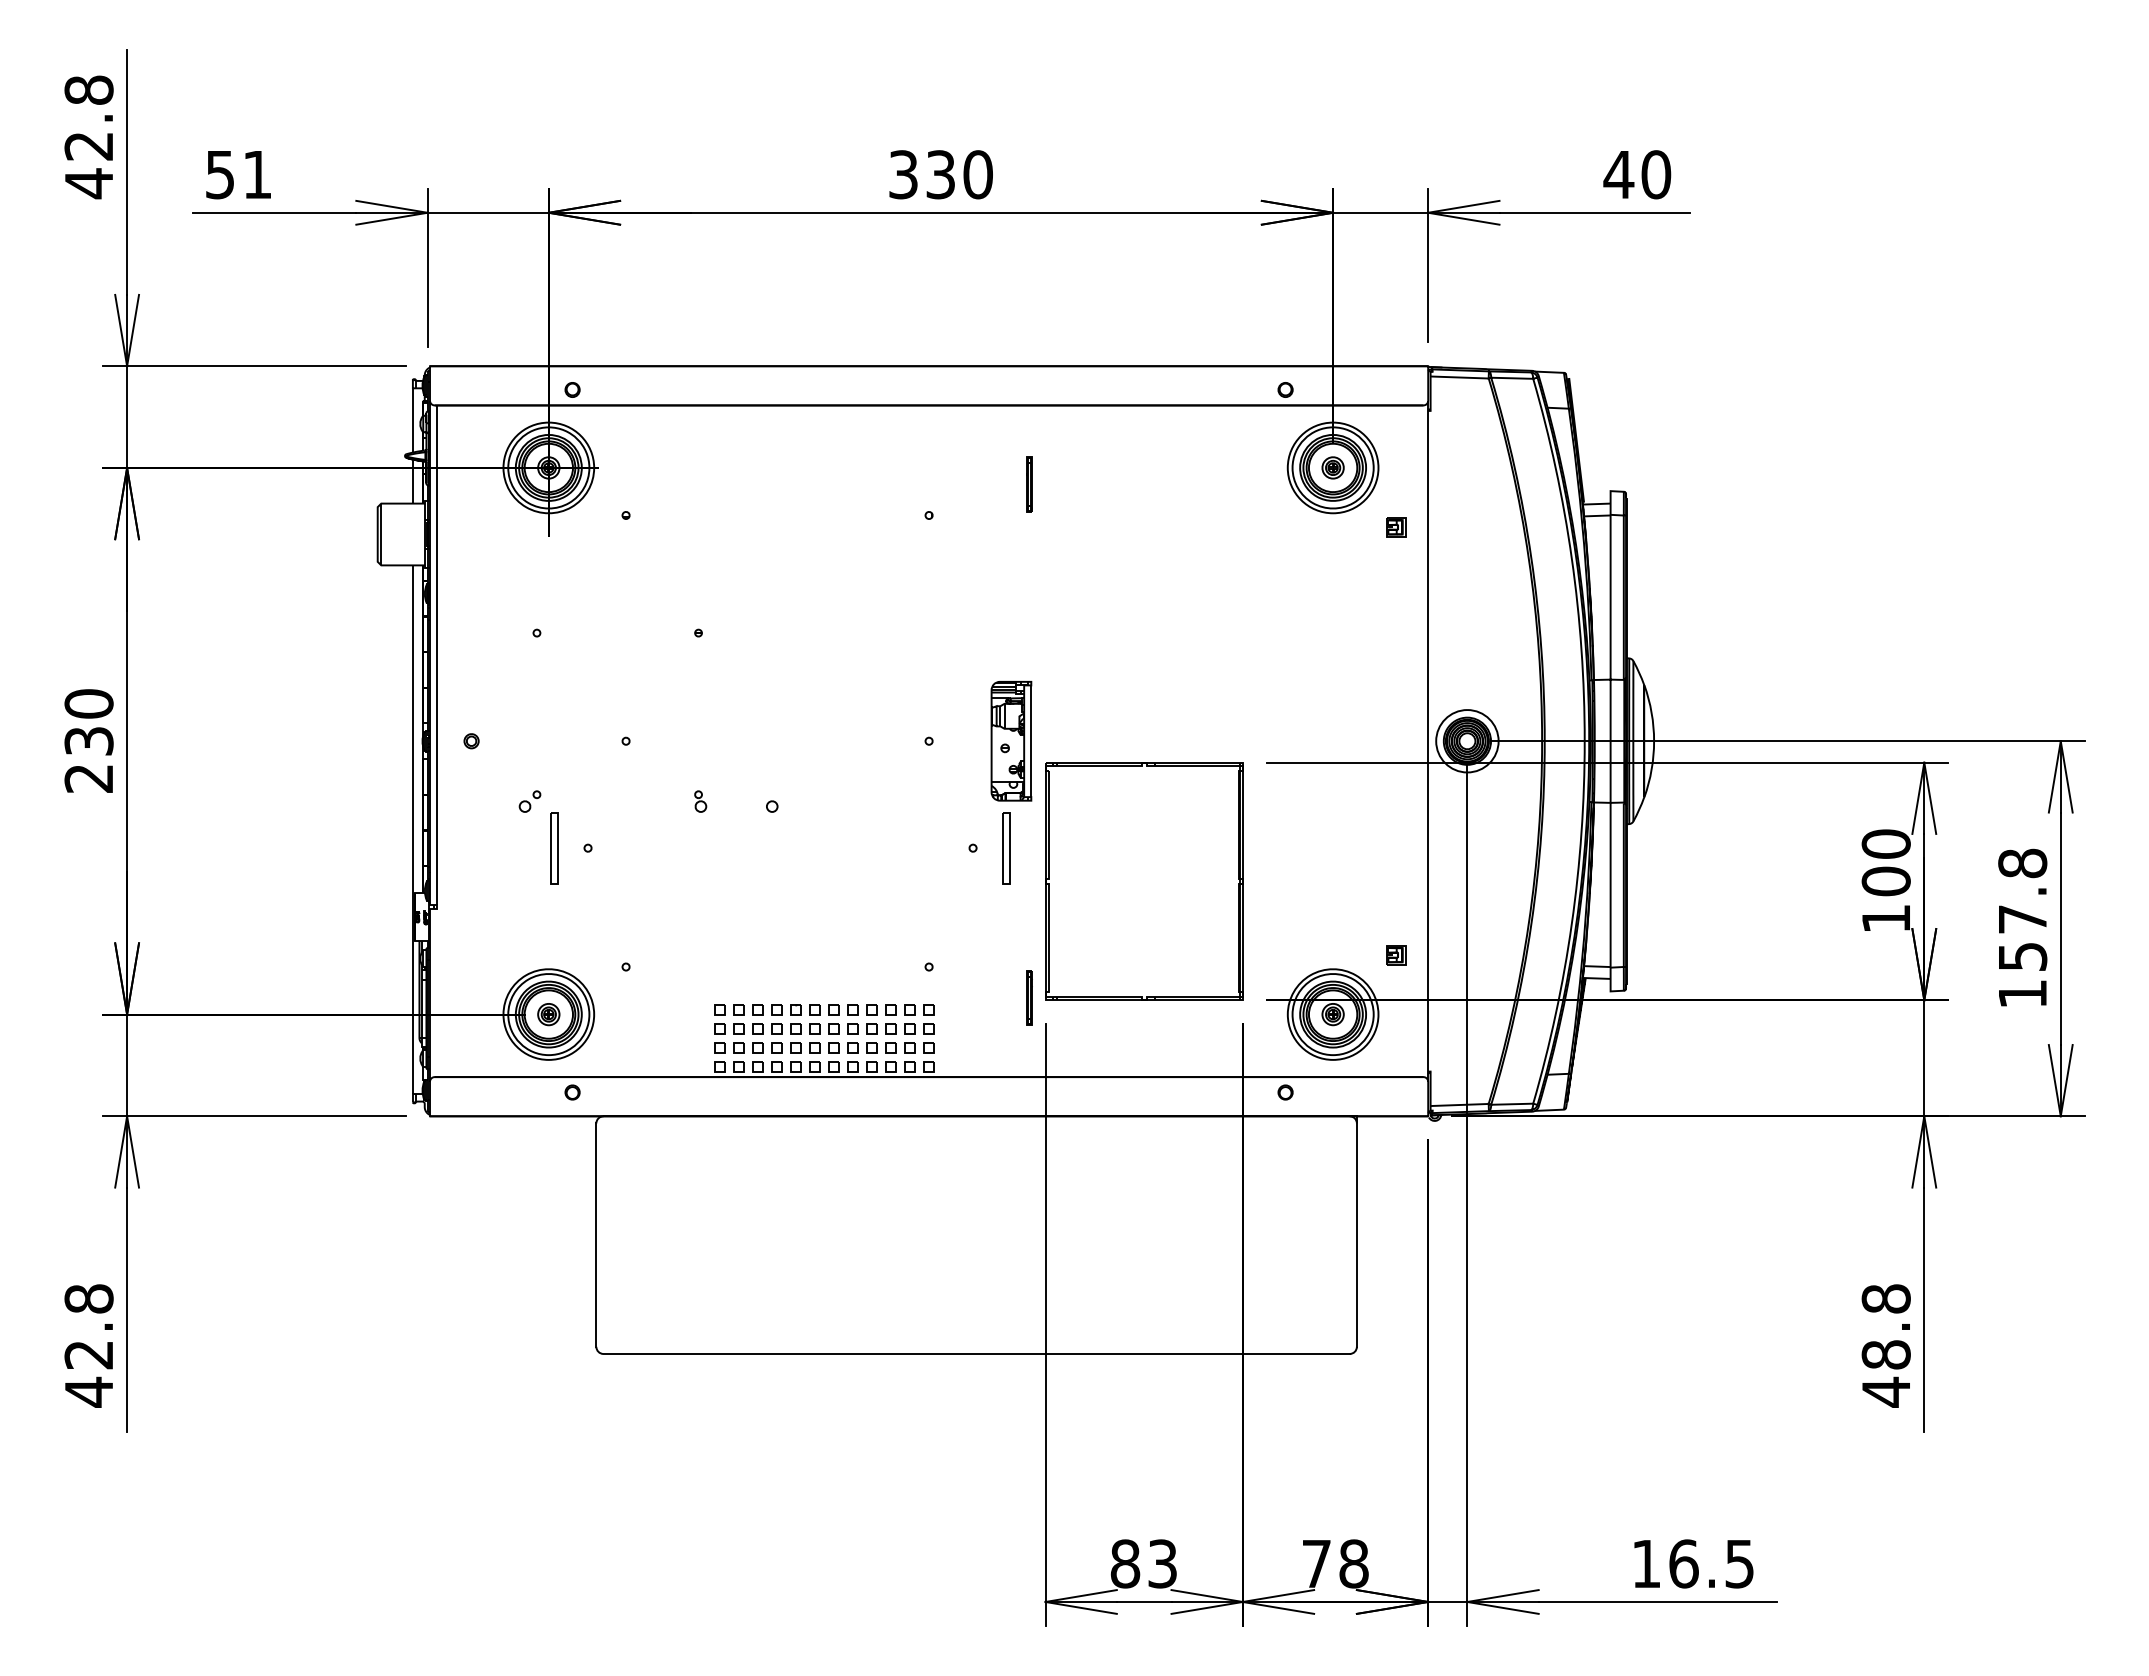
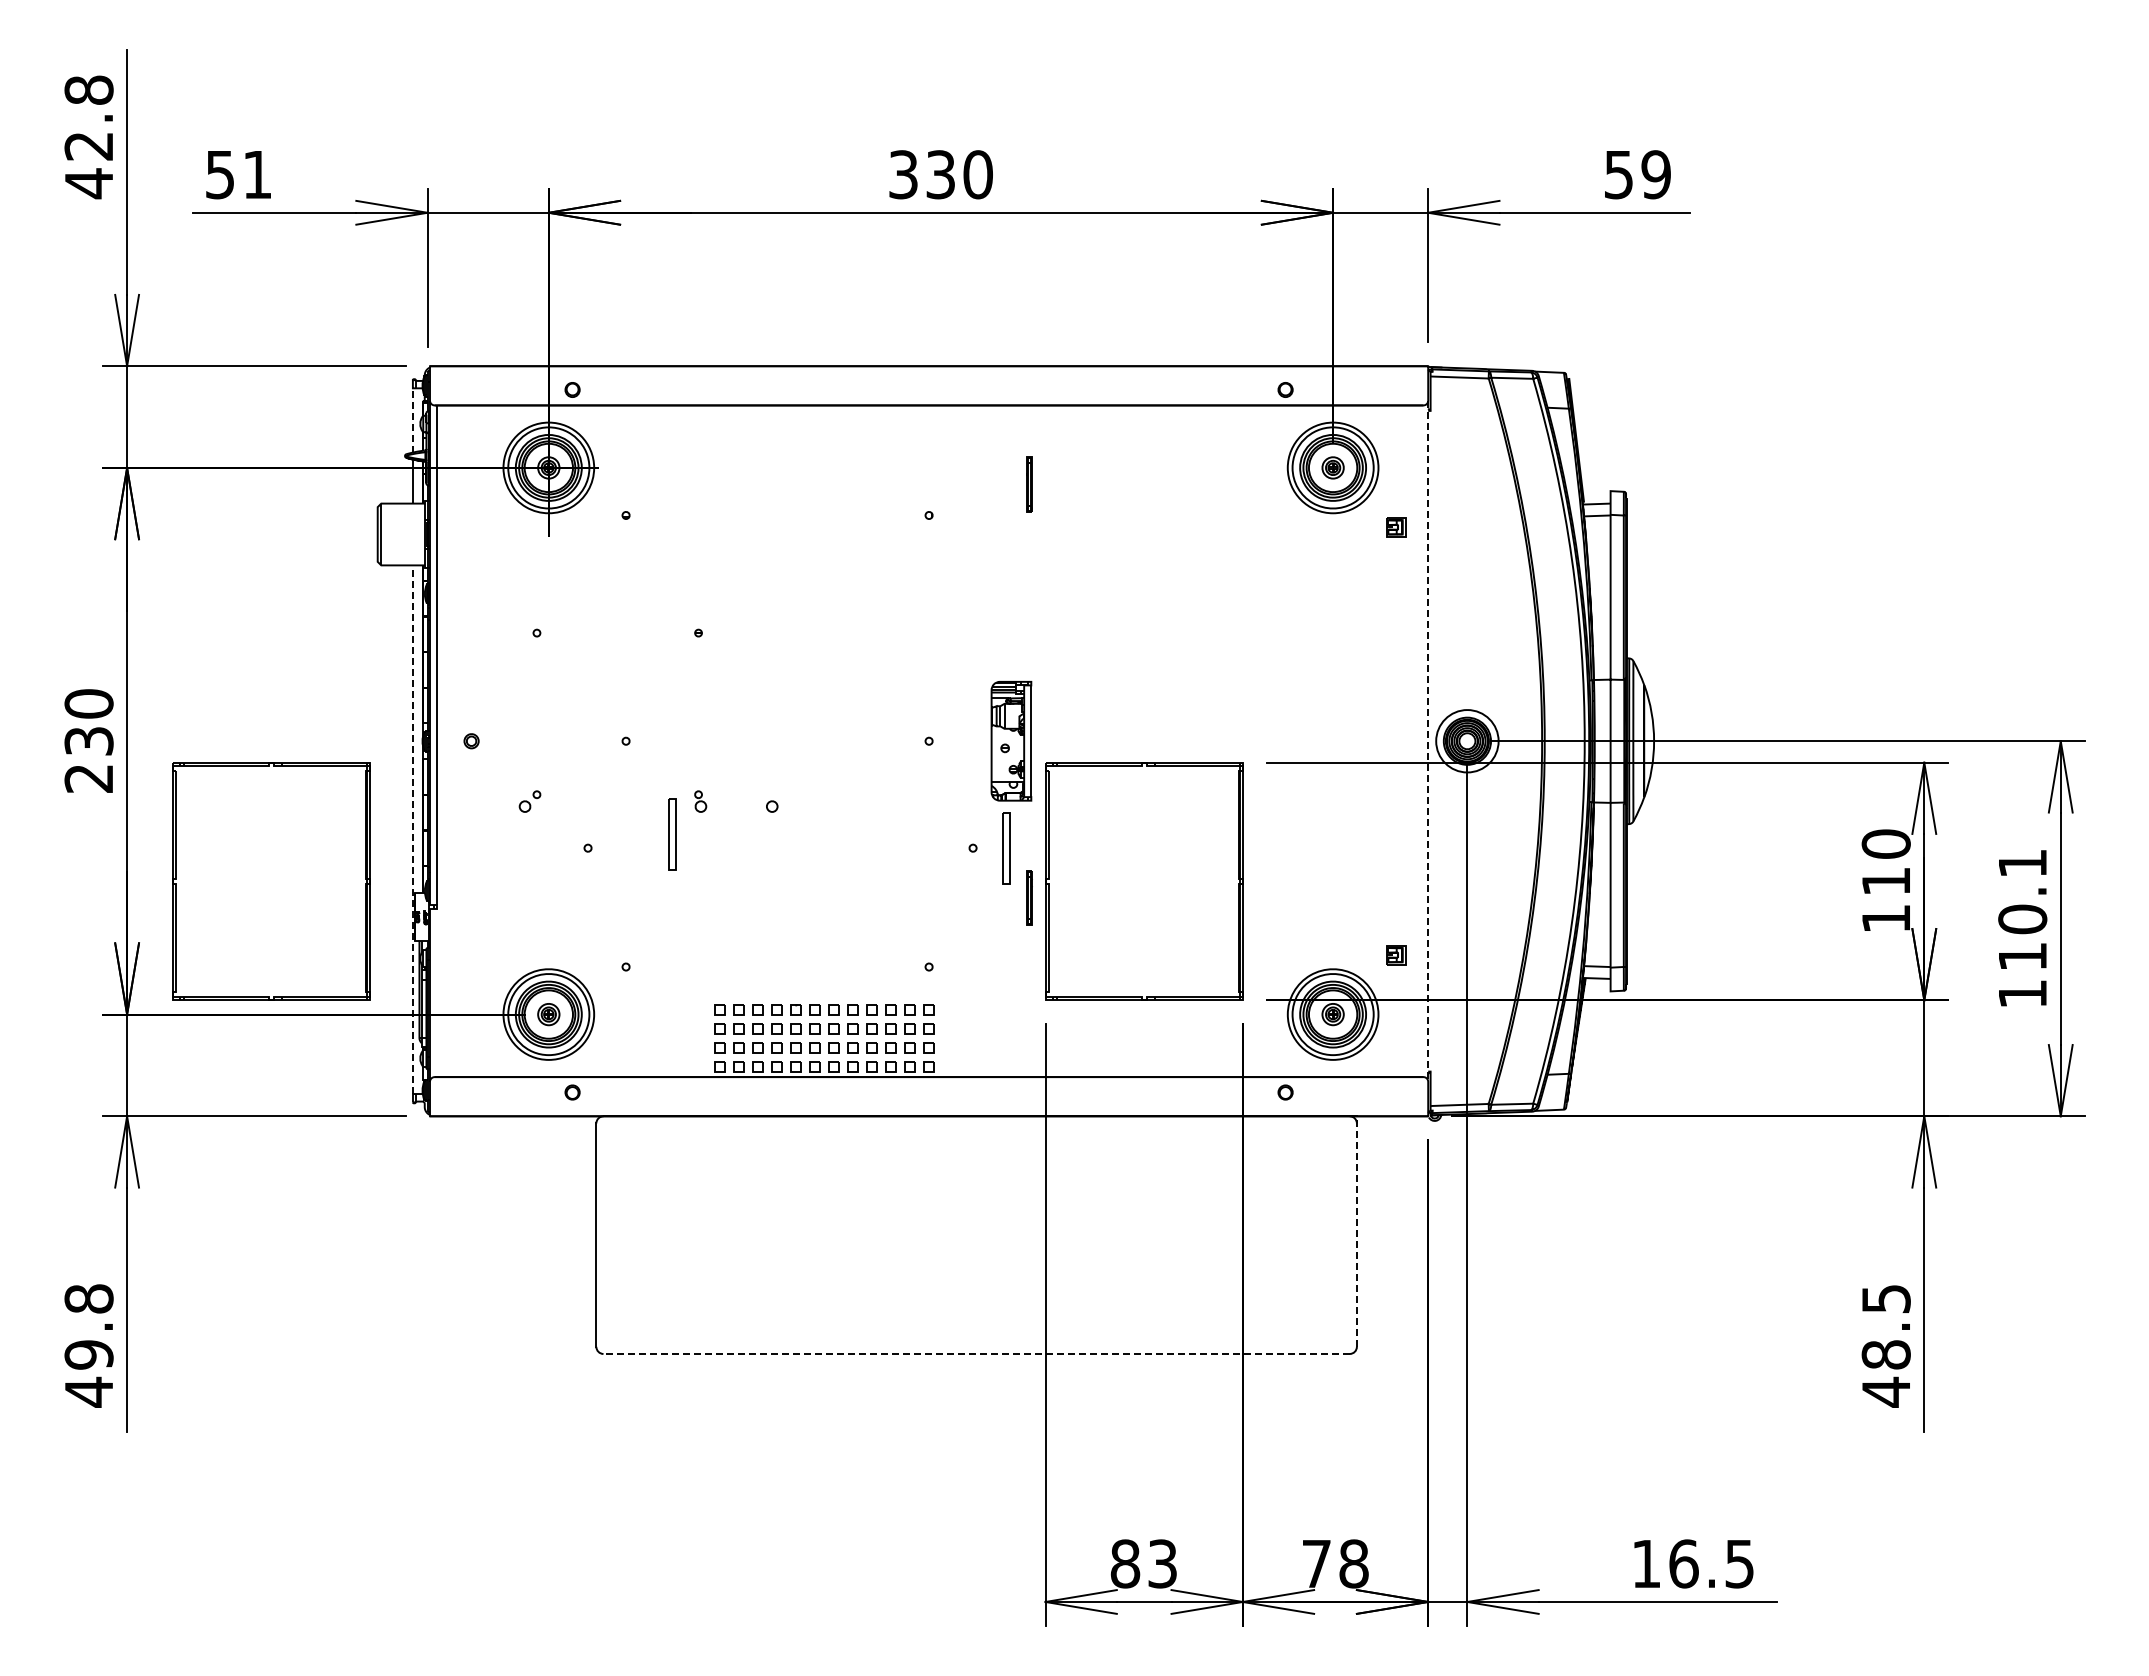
text at (1637, 174): 40 -> 59
line at (412, 419): solid -> dashed
line at (1428, 741): solid -> dashed
line at (412, 829): solid -> dashed
part at (554, 848) position: (554, 848) -> (672, 834)
part at (271, 881): none -> present
text at (1885, 881): 100 -> 110
text at (2022, 909): 157.8 -> 110.1
part at (1029, 997) position: (1029, 997) -> (1029, 897)
line at (1356, 1231): solid -> dashed
text at (1885, 1298): 48.8 -> 48.5
line at (976, 1353): solid -> dashed
text at (88, 1354): 42.8 -> 49.8
